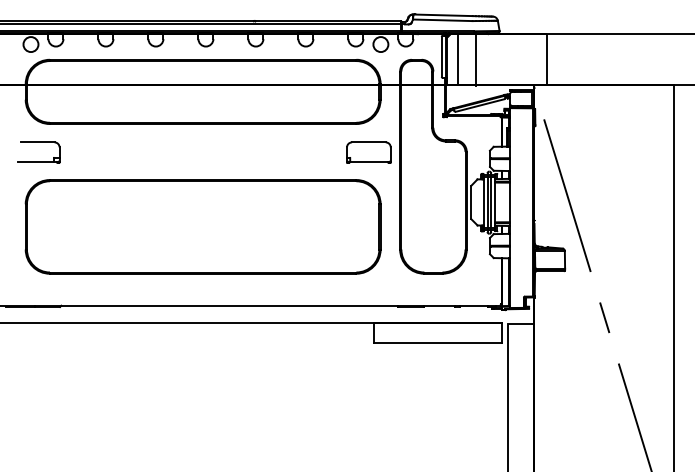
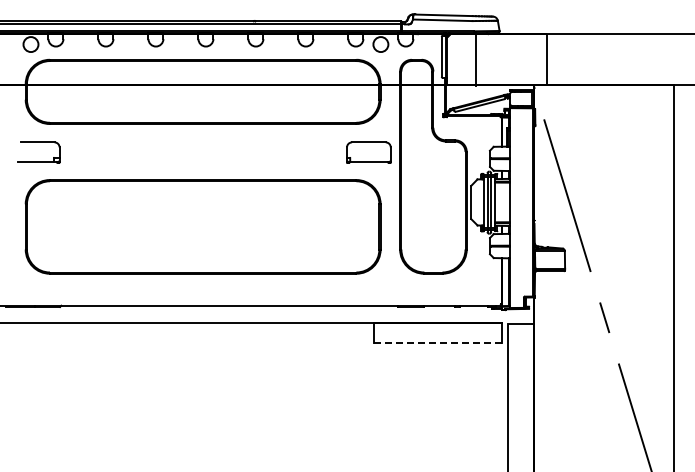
line at (458, 59): present -> none
line at (437, 343): solid -> dashed
